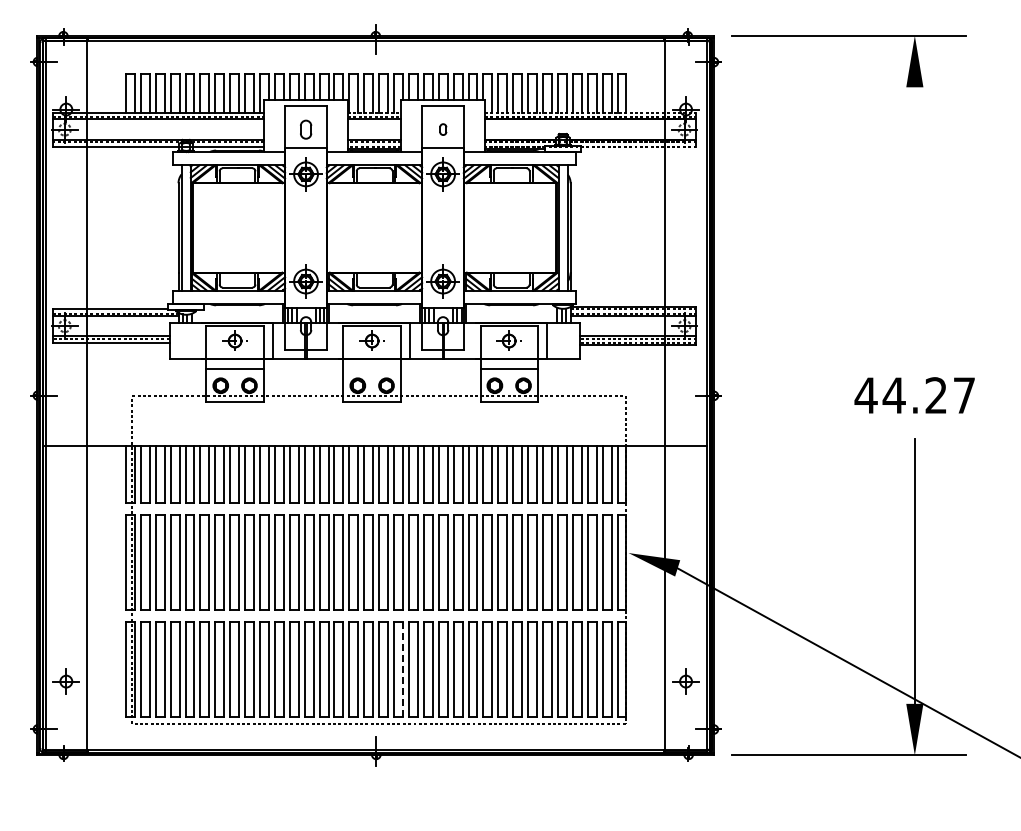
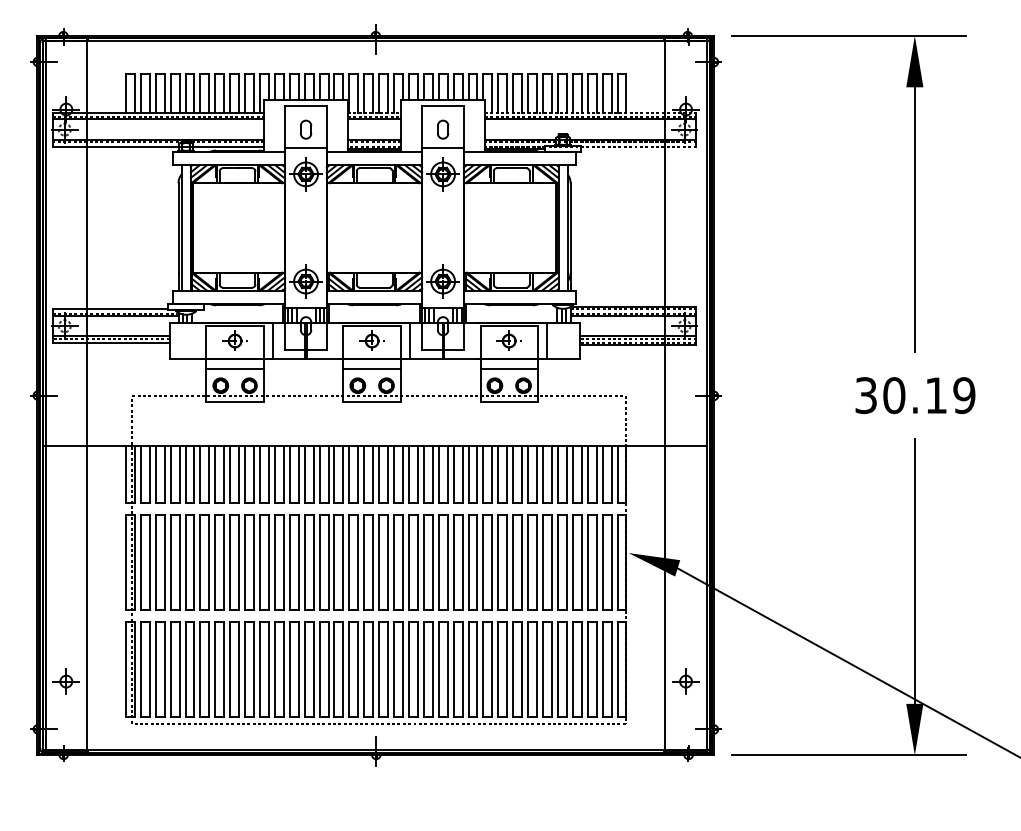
part at (443, 129) size: 9x13 px -> 13x21 px
line at (914, 219): none -> present
line at (371, 369): none -> present
text at (914, 395): 44.27 -> 30.19
line at (402, 669): dashed -> solid
